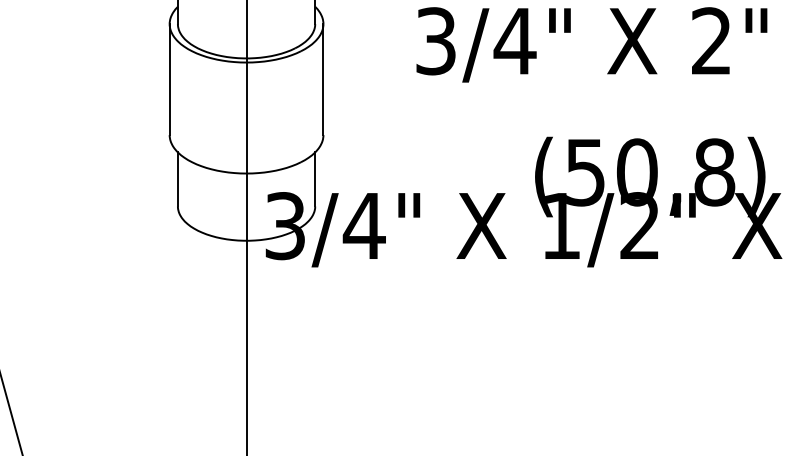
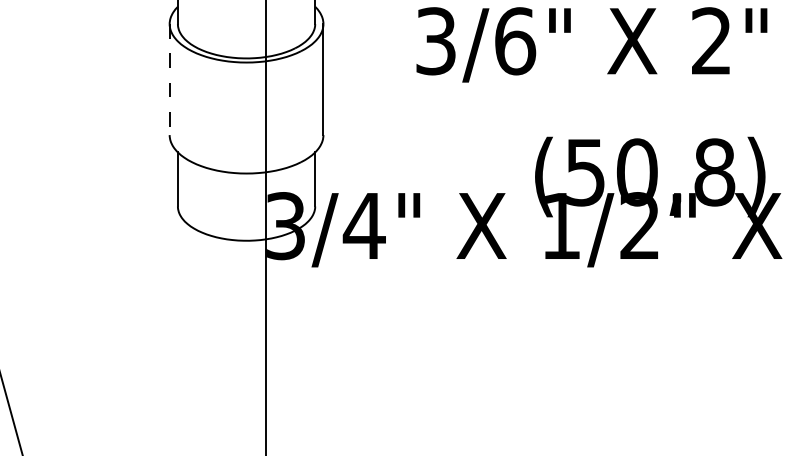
text at (514, 41): 3/4" -> 3/6"
line at (169, 80): solid -> dashed
line at (246, 227) position: (246, 227) -> (265, 227)
